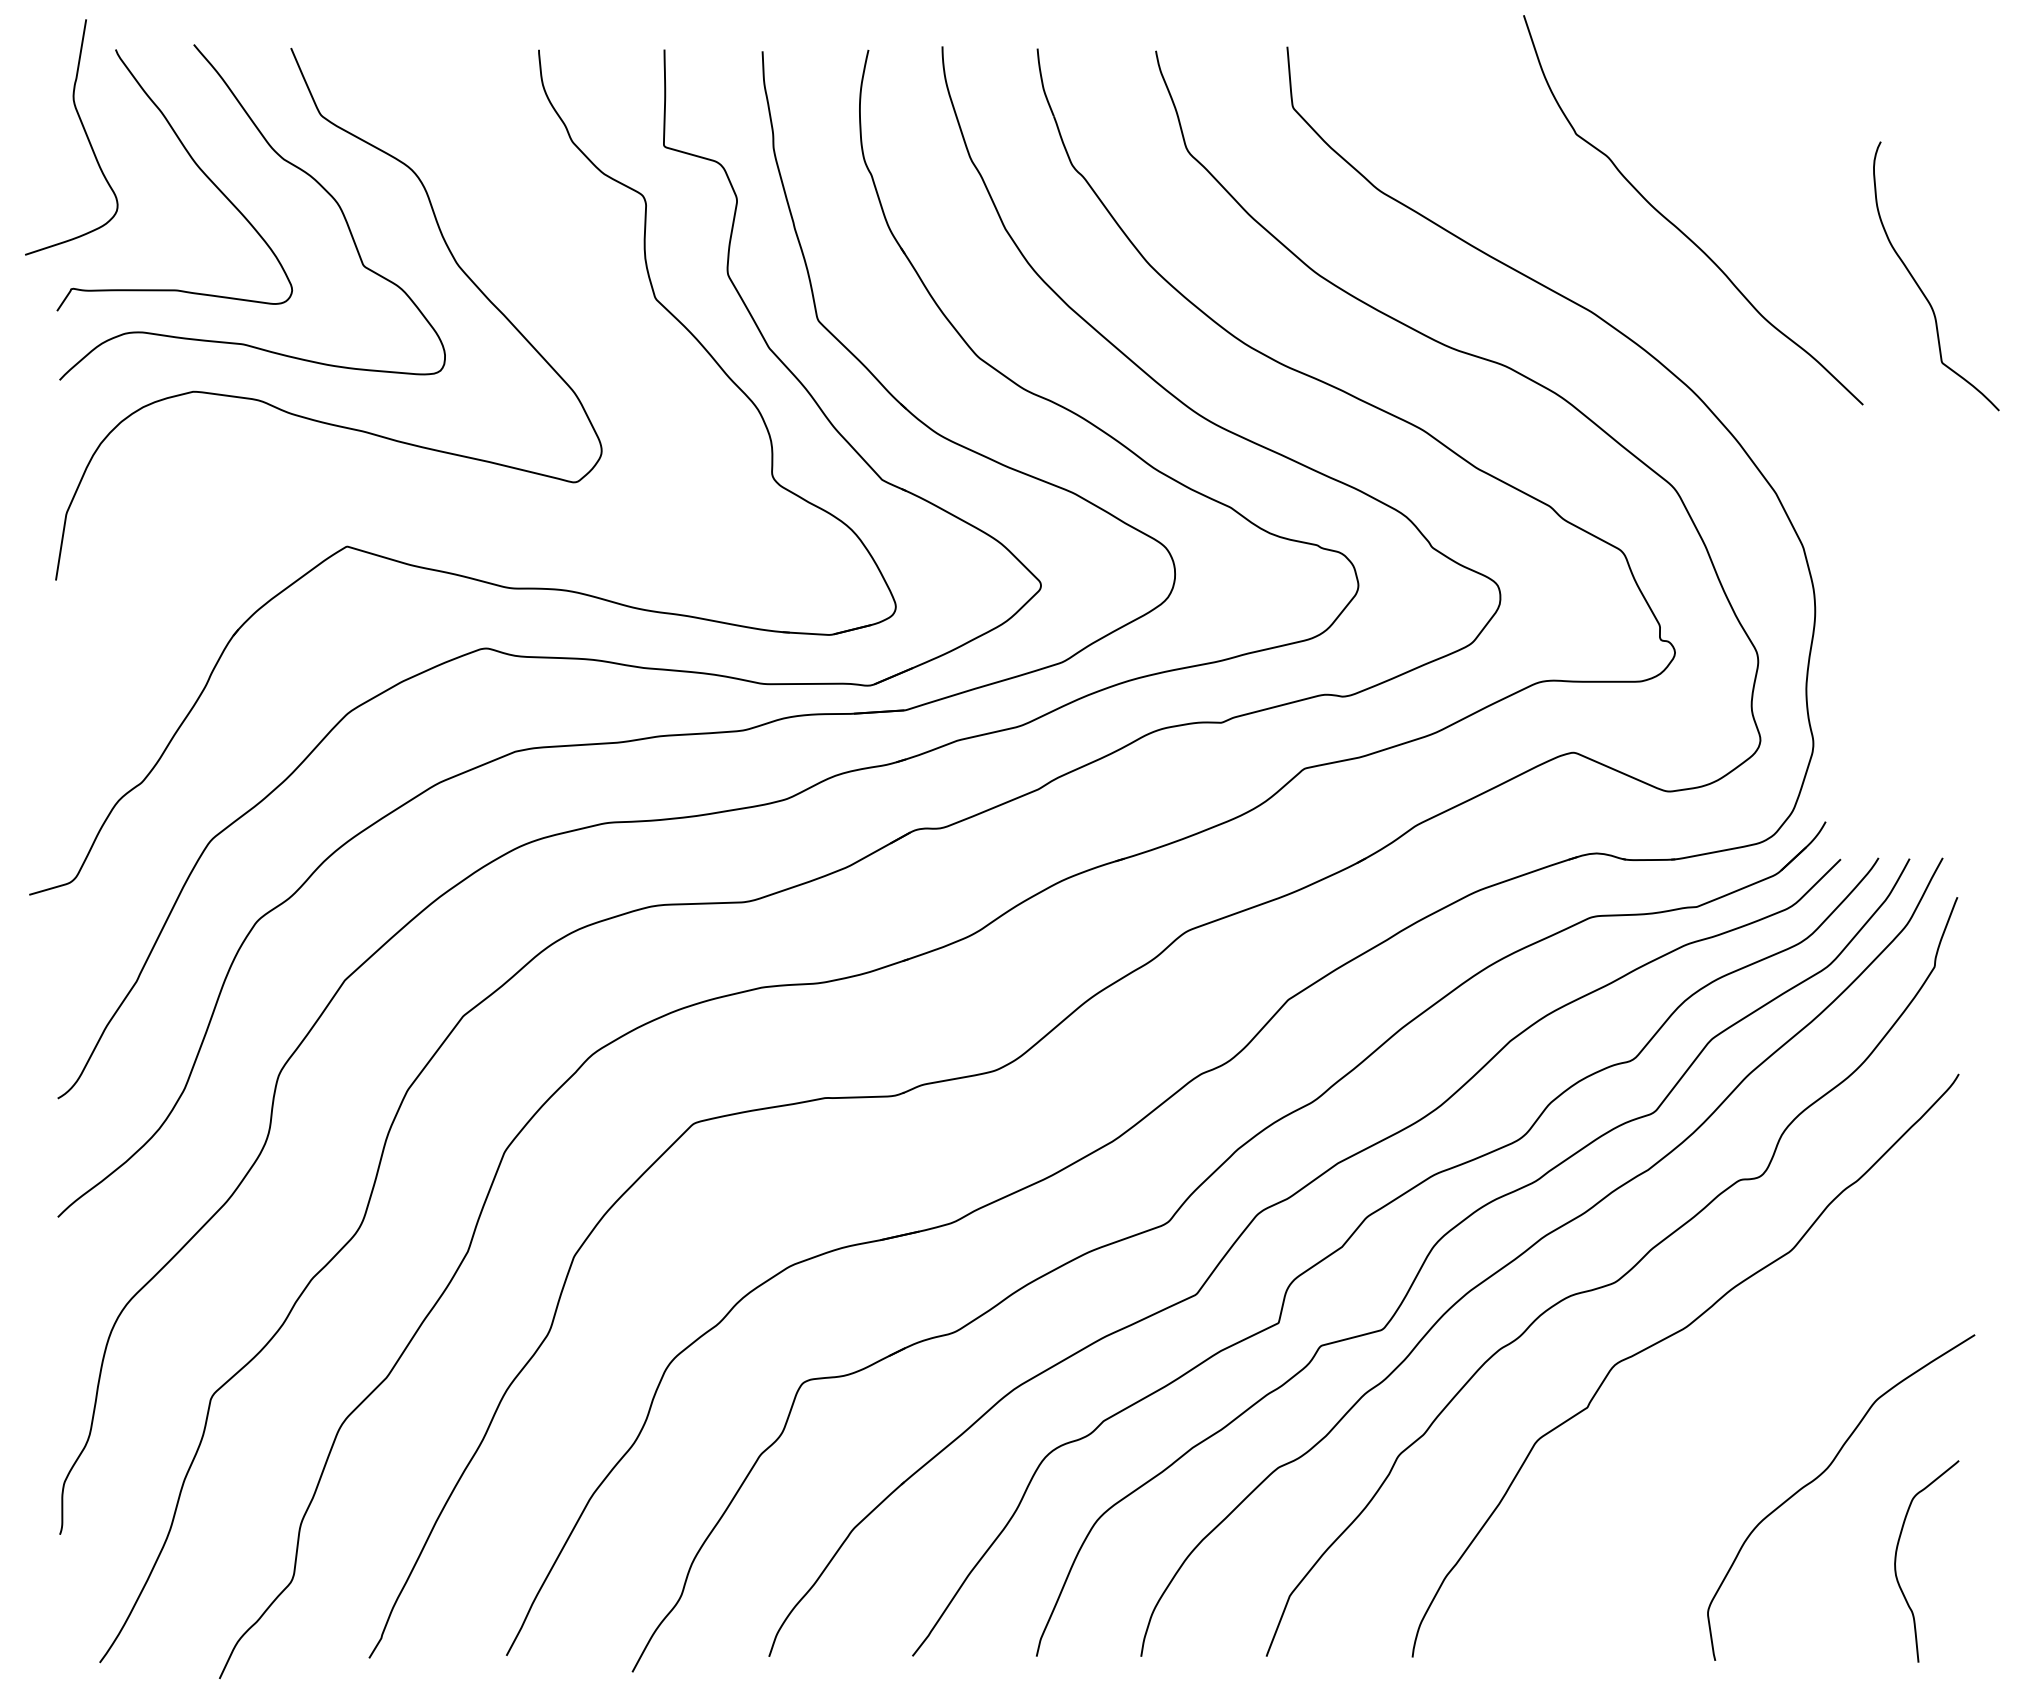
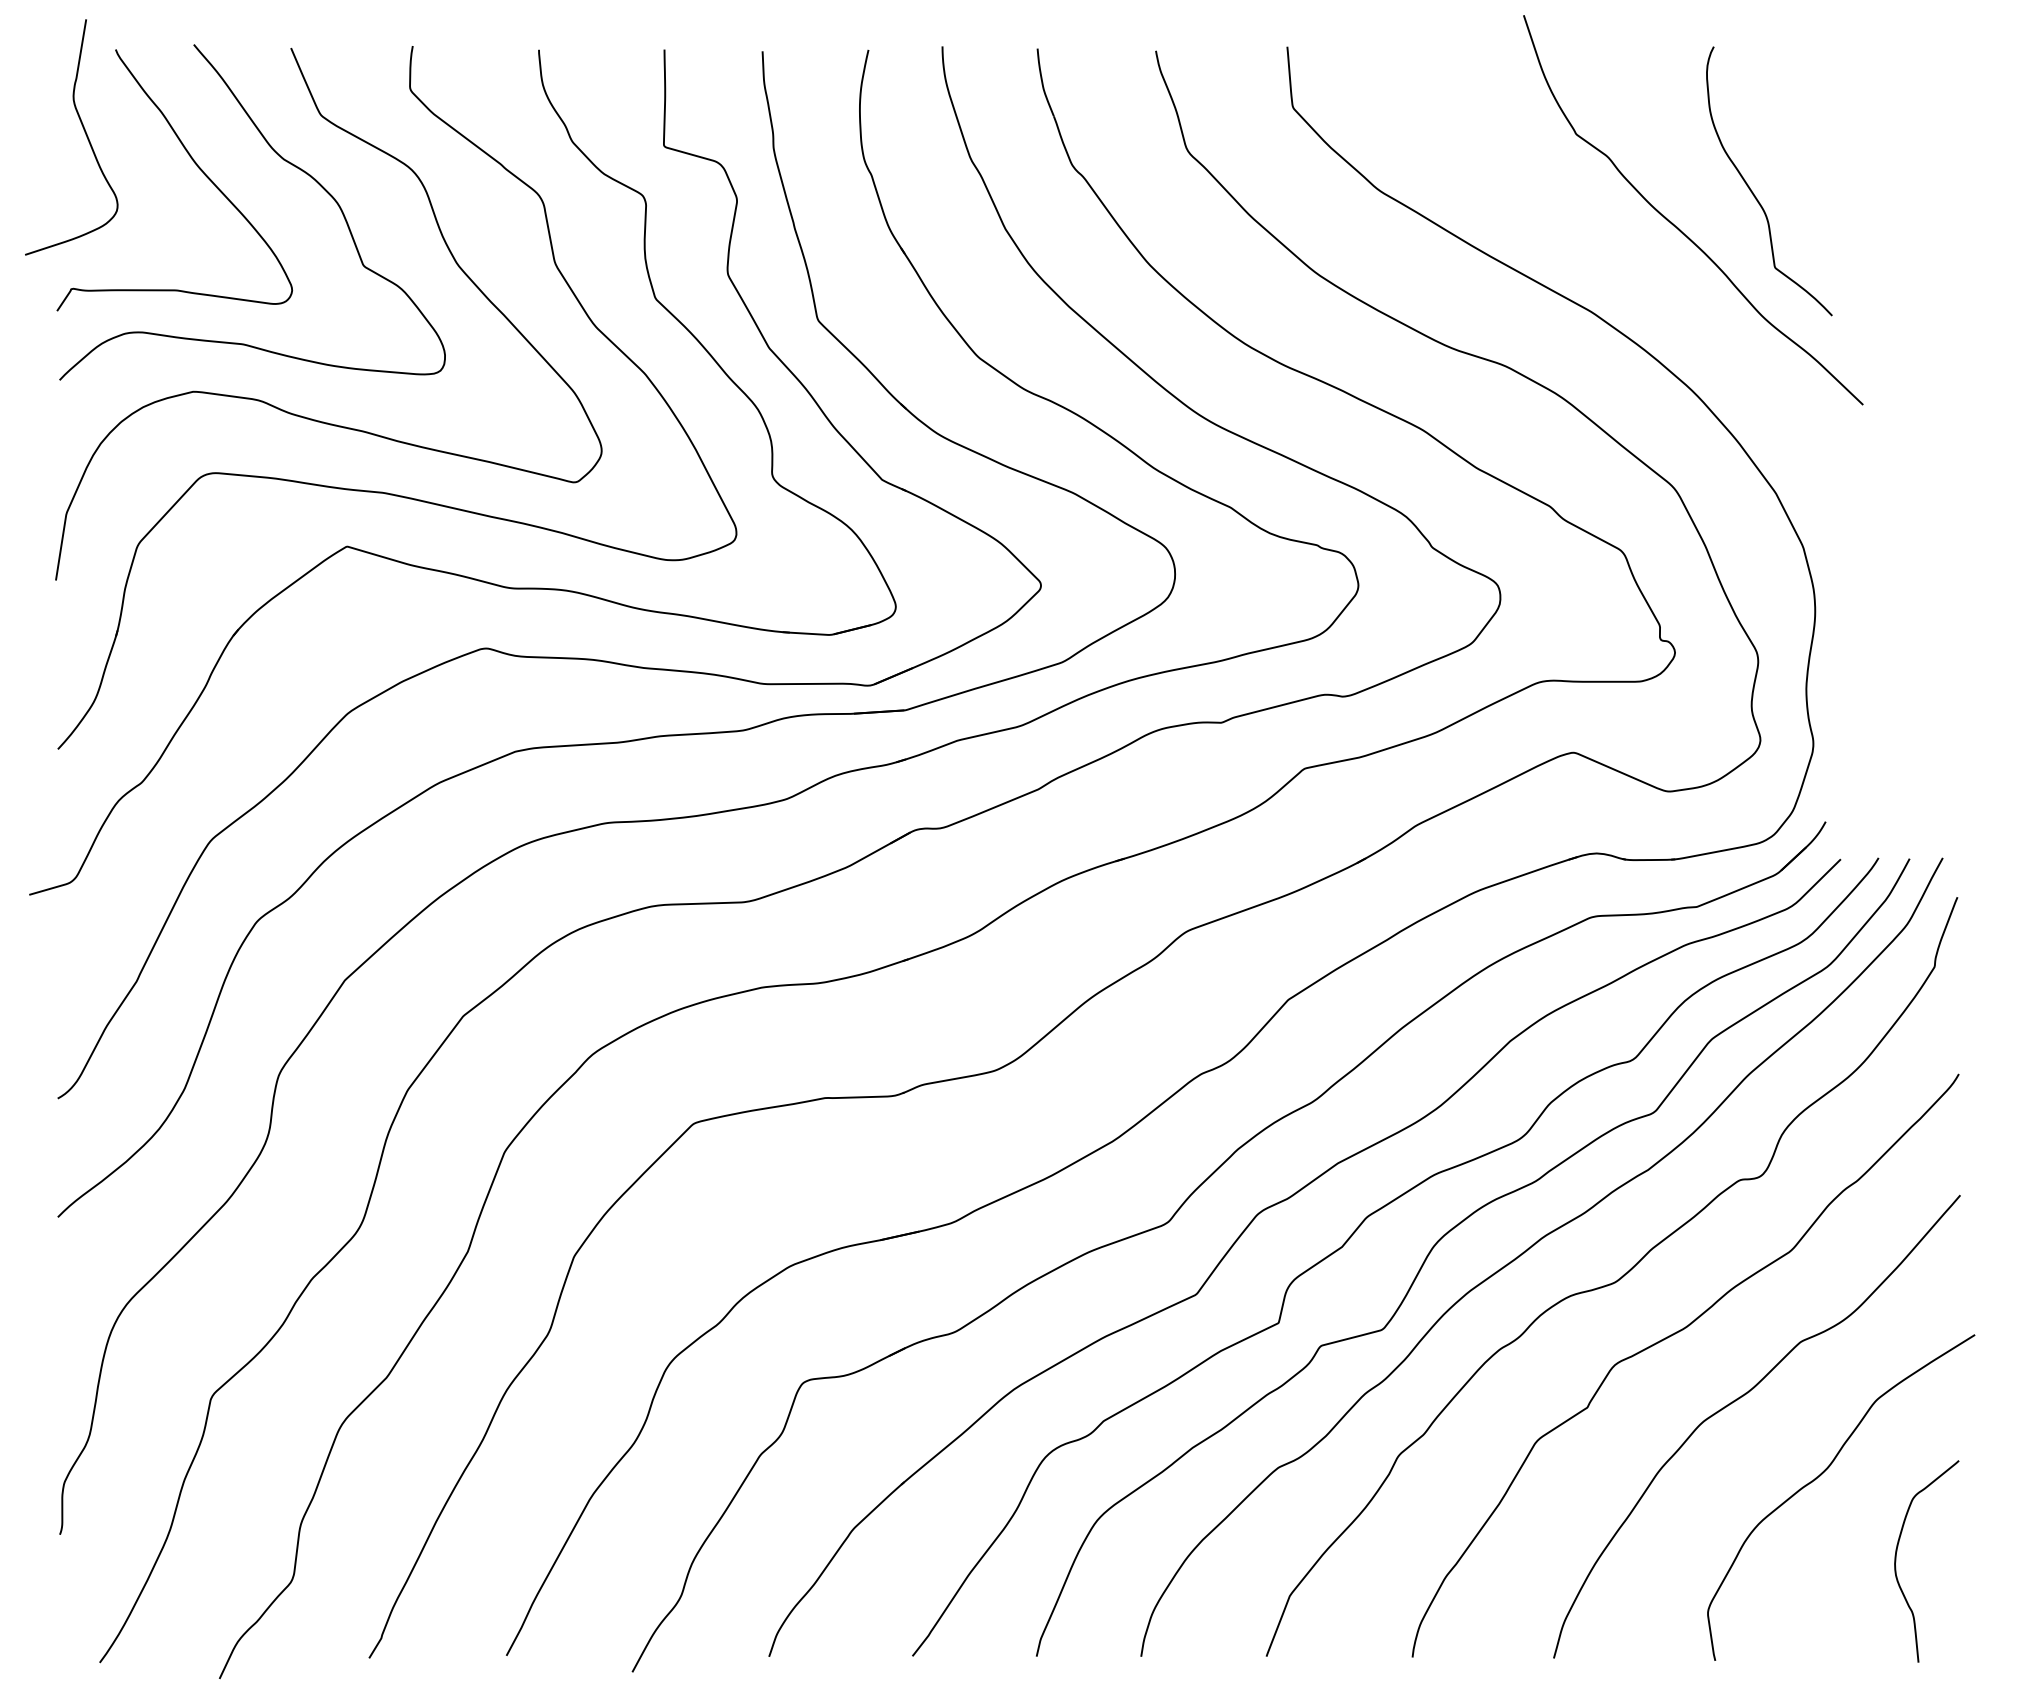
curve at (1919, 285) position: (1919, 285) -> (1752, 190)
part at (382, 491): none -> present
curve at (1739, 1399): none -> present
